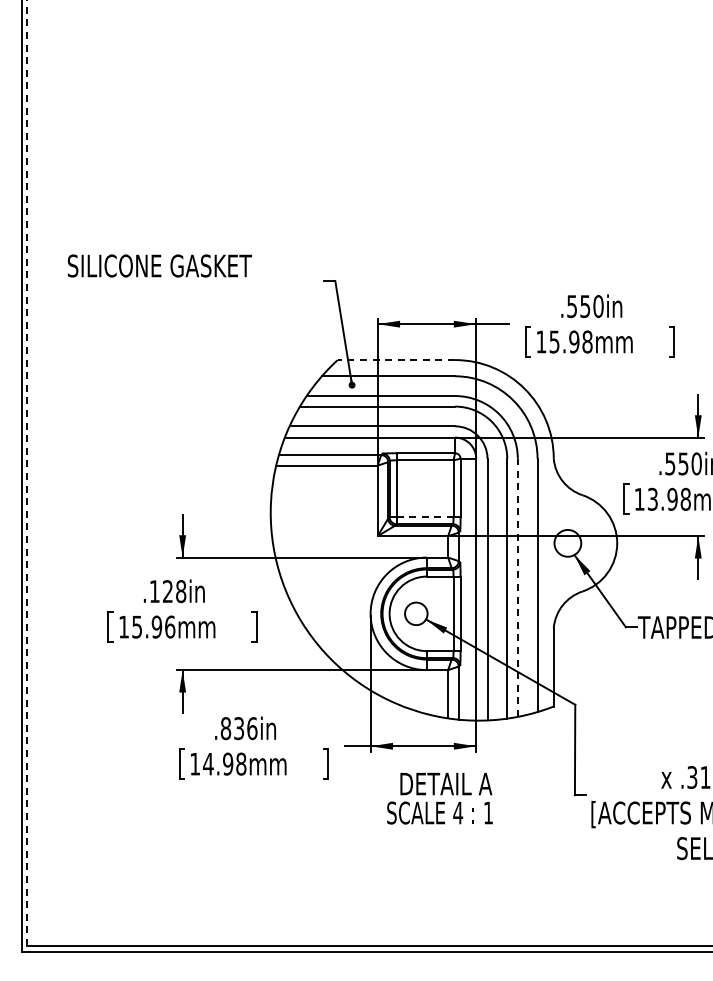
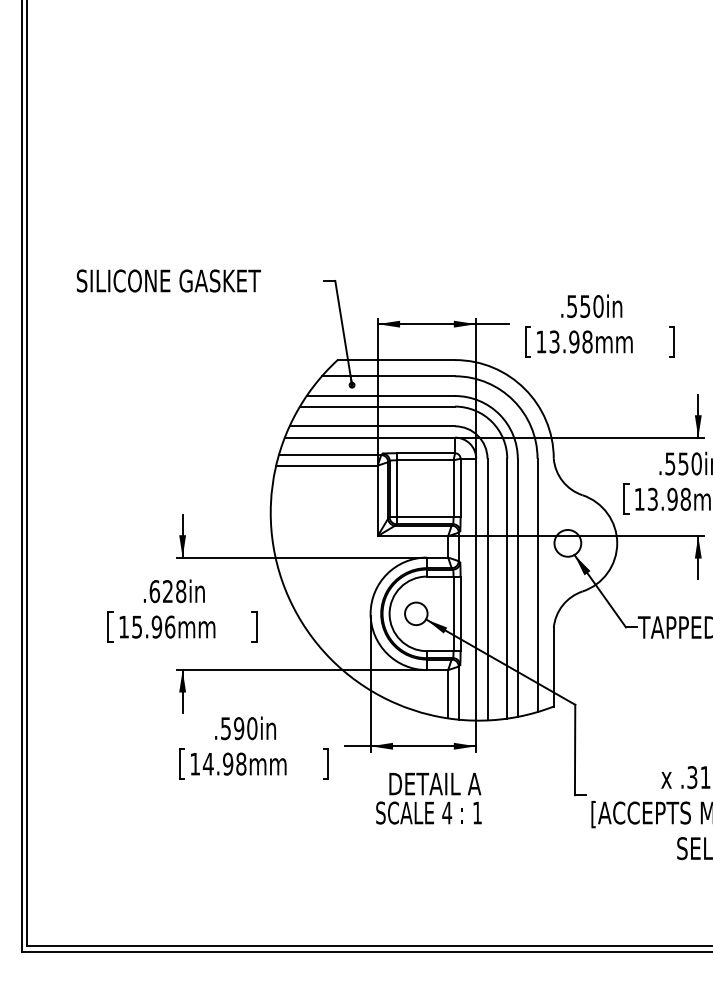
text at (159, 265) position: (159, 265) -> (168, 280)
text at (554, 341): 15.98mm -> 13.98mm
line at (396, 360): dashed -> solid
line at (27, 473): dashed -> solid
line at (425, 517): dashed -> solid
line at (517, 587): dashed -> solid
text at (154, 591): .128in -> .628in
text at (238, 728): .836in -> .590in
text at (439, 798) position: (439, 798) -> (428, 798)
